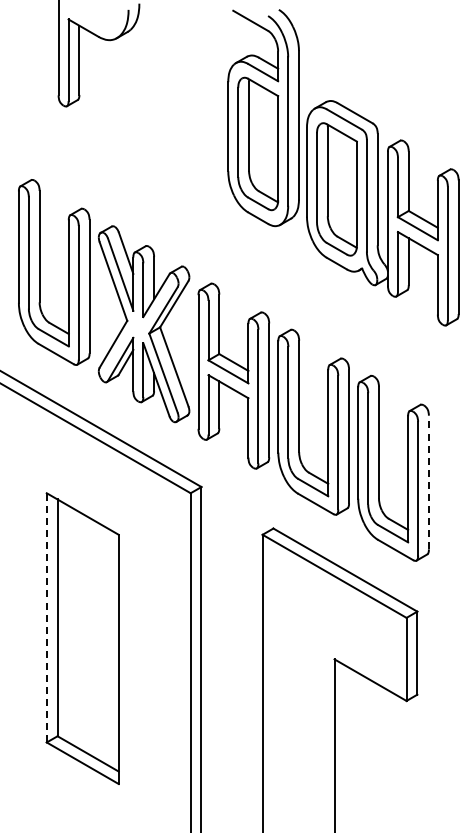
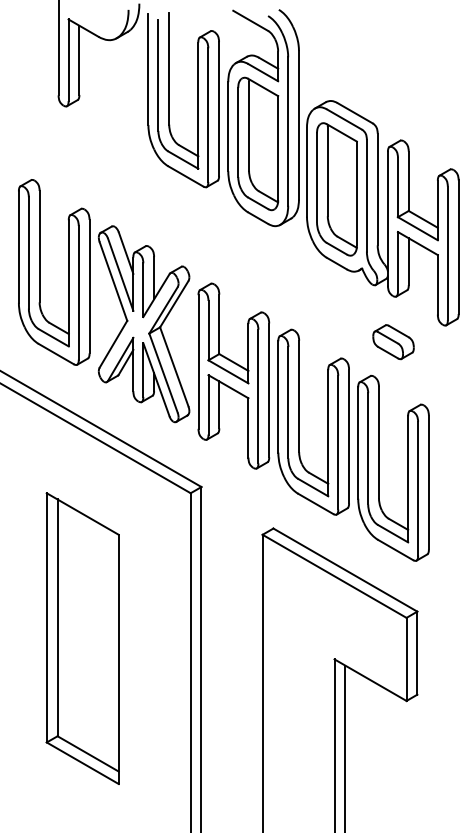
part at (169, 100): none -> present
part at (393, 342): none -> present
line at (428, 482): dashed -> solid
line at (46, 617): dashed -> solid
line at (345, 747): none -> present
